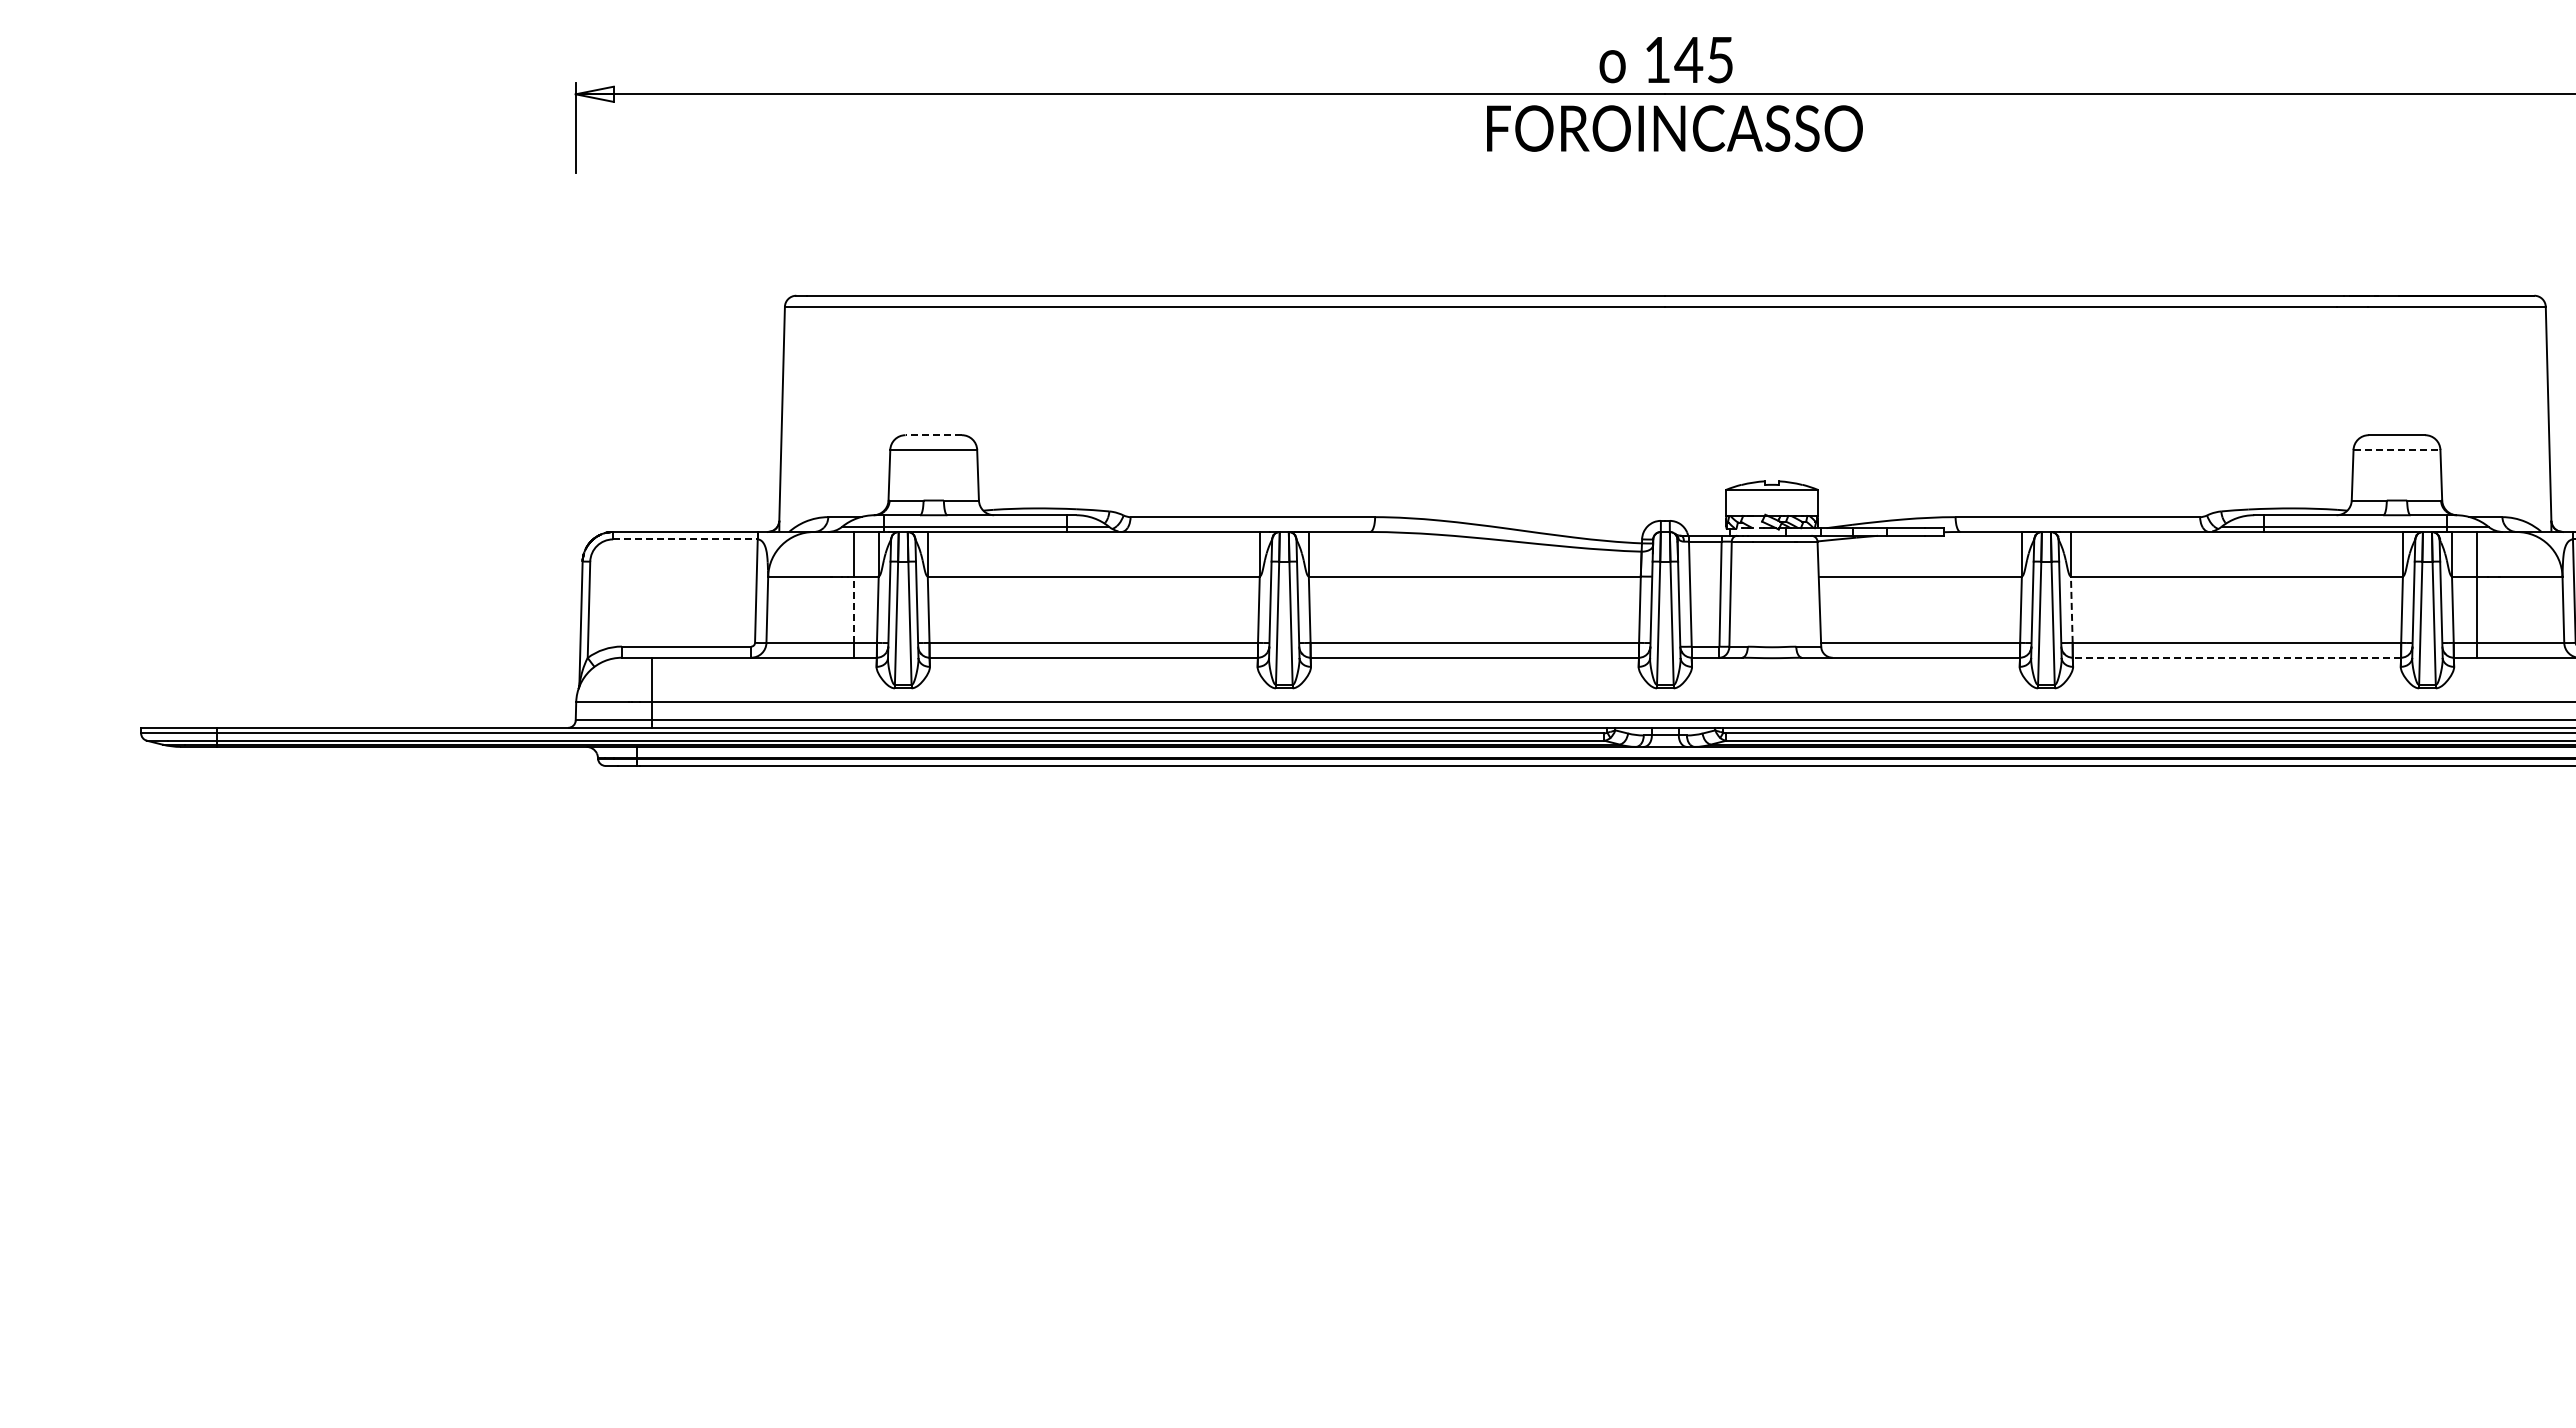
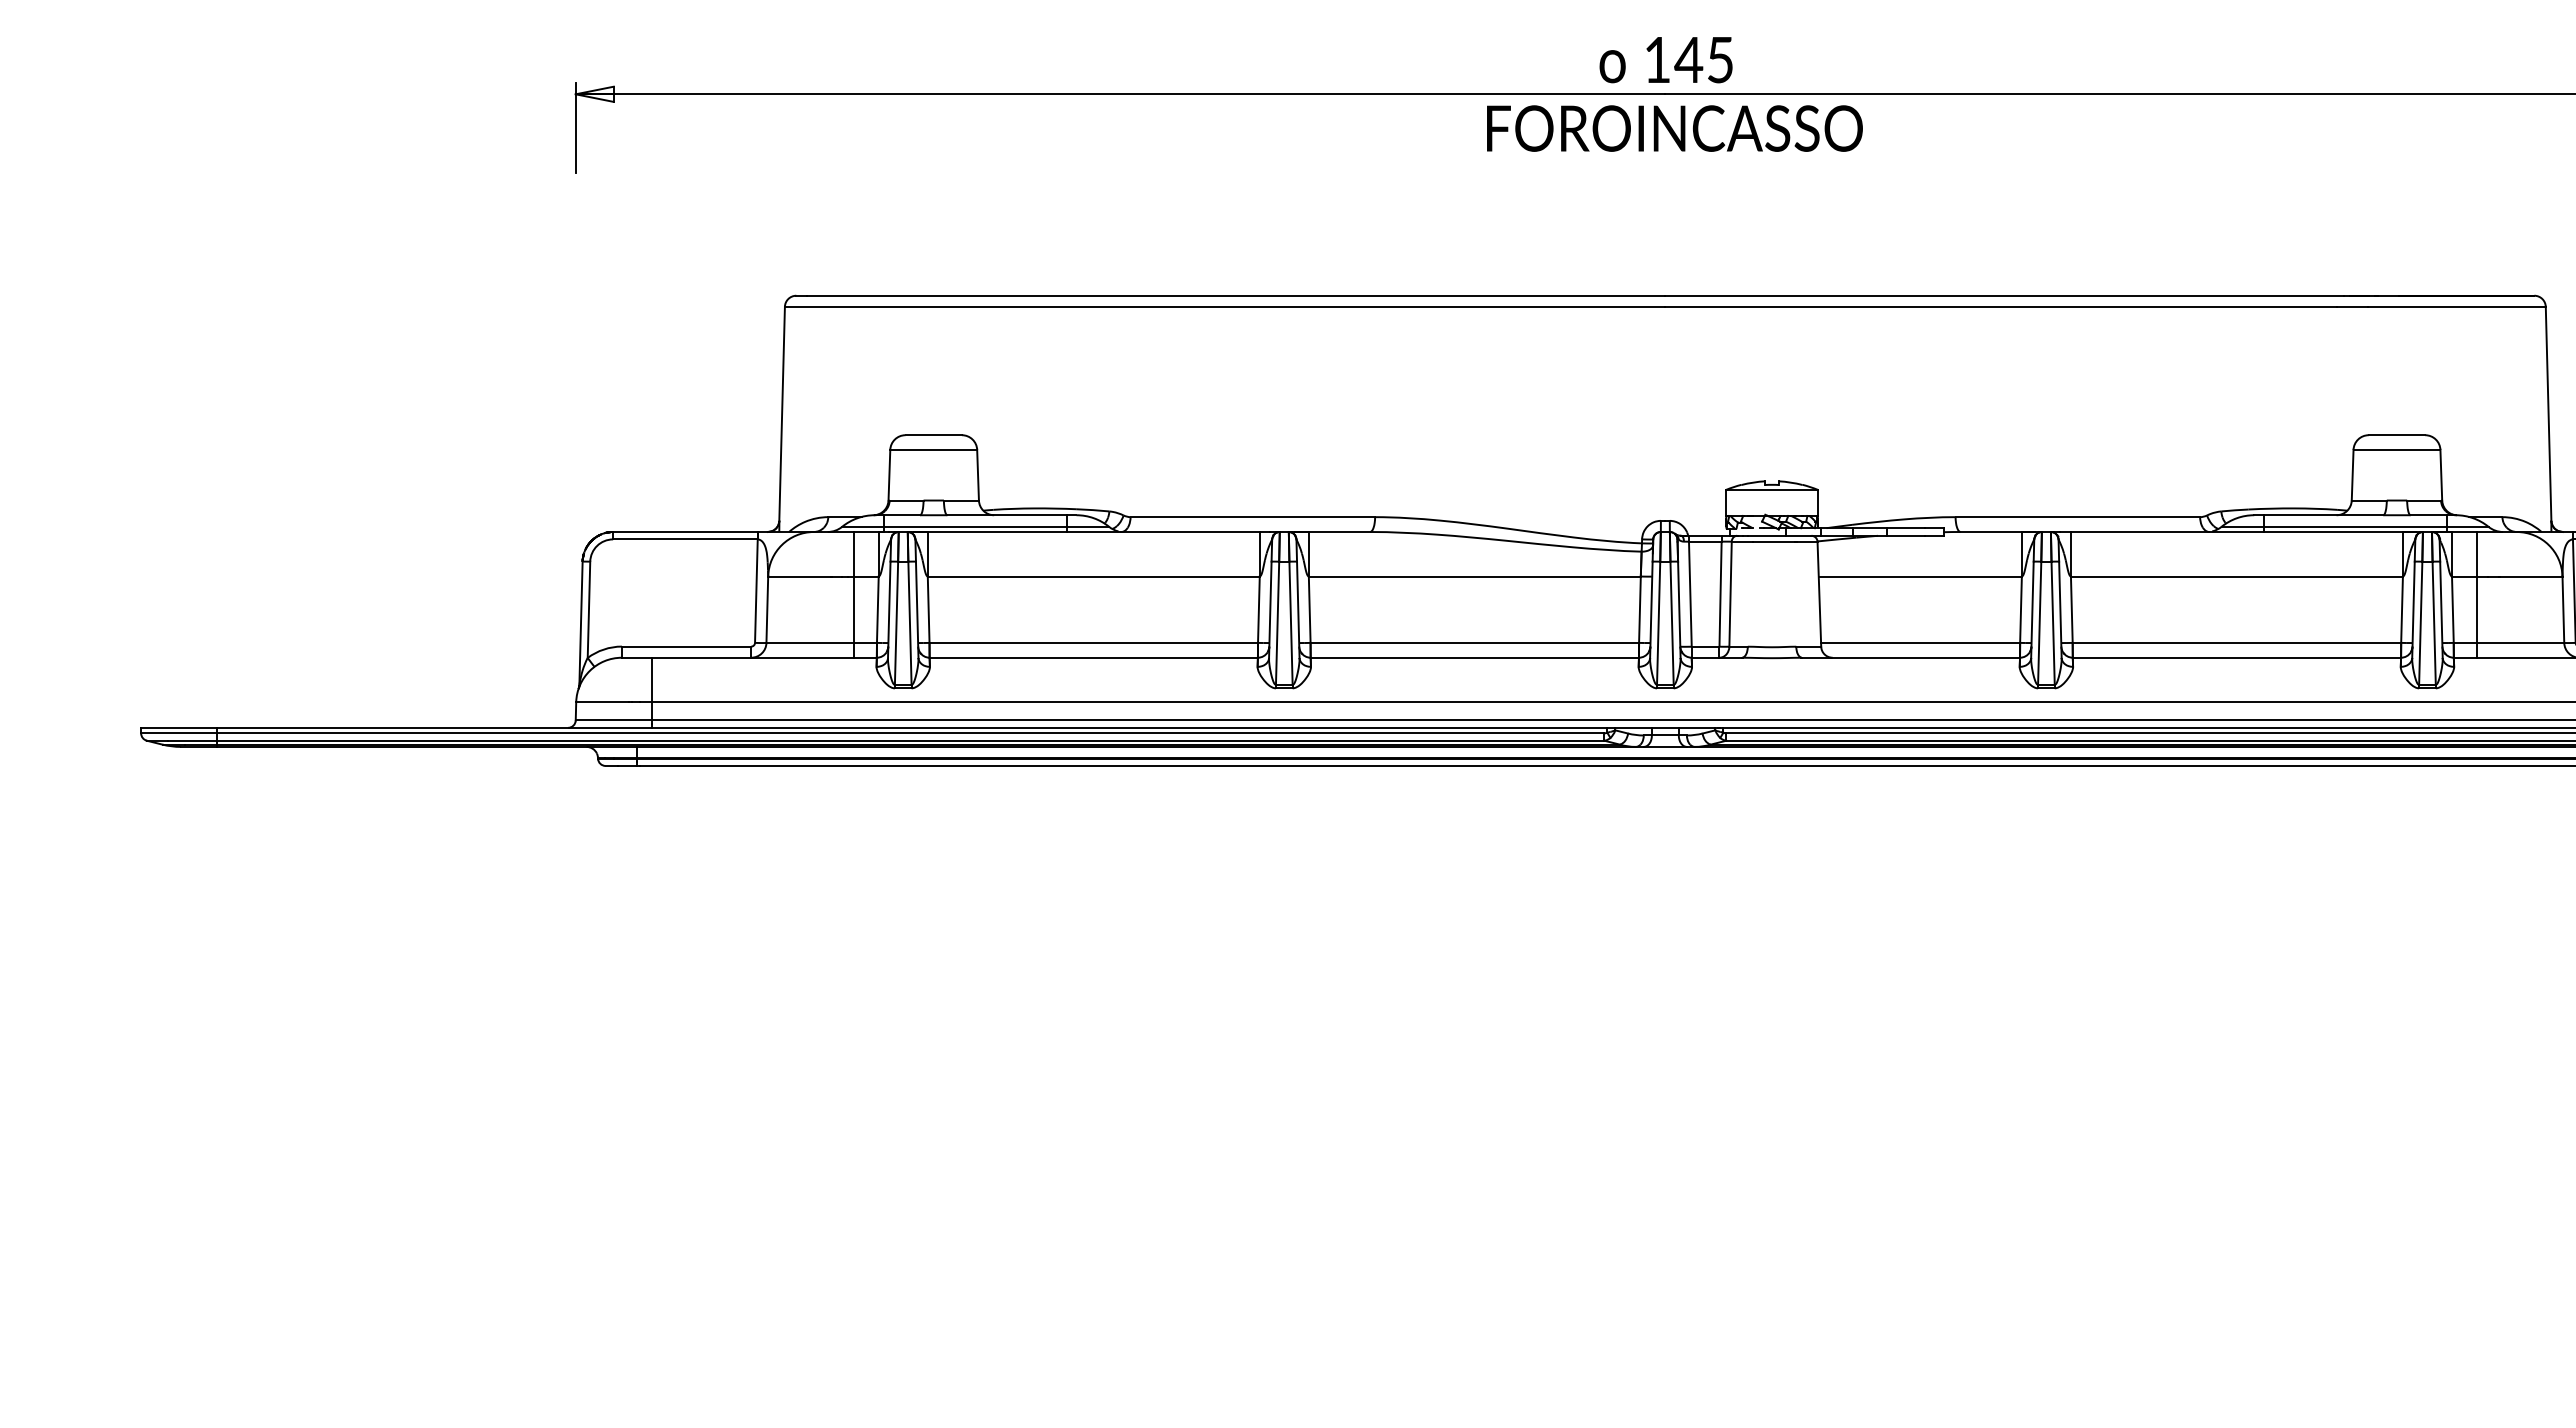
line at (933, 435): dashed -> solid
line at (2397, 449): dashed -> solid
line at (685, 539): dashed -> solid
line at (853, 609): dashed -> solid
line at (2071, 609): dashed -> solid
line at (2236, 657): dashed -> solid
